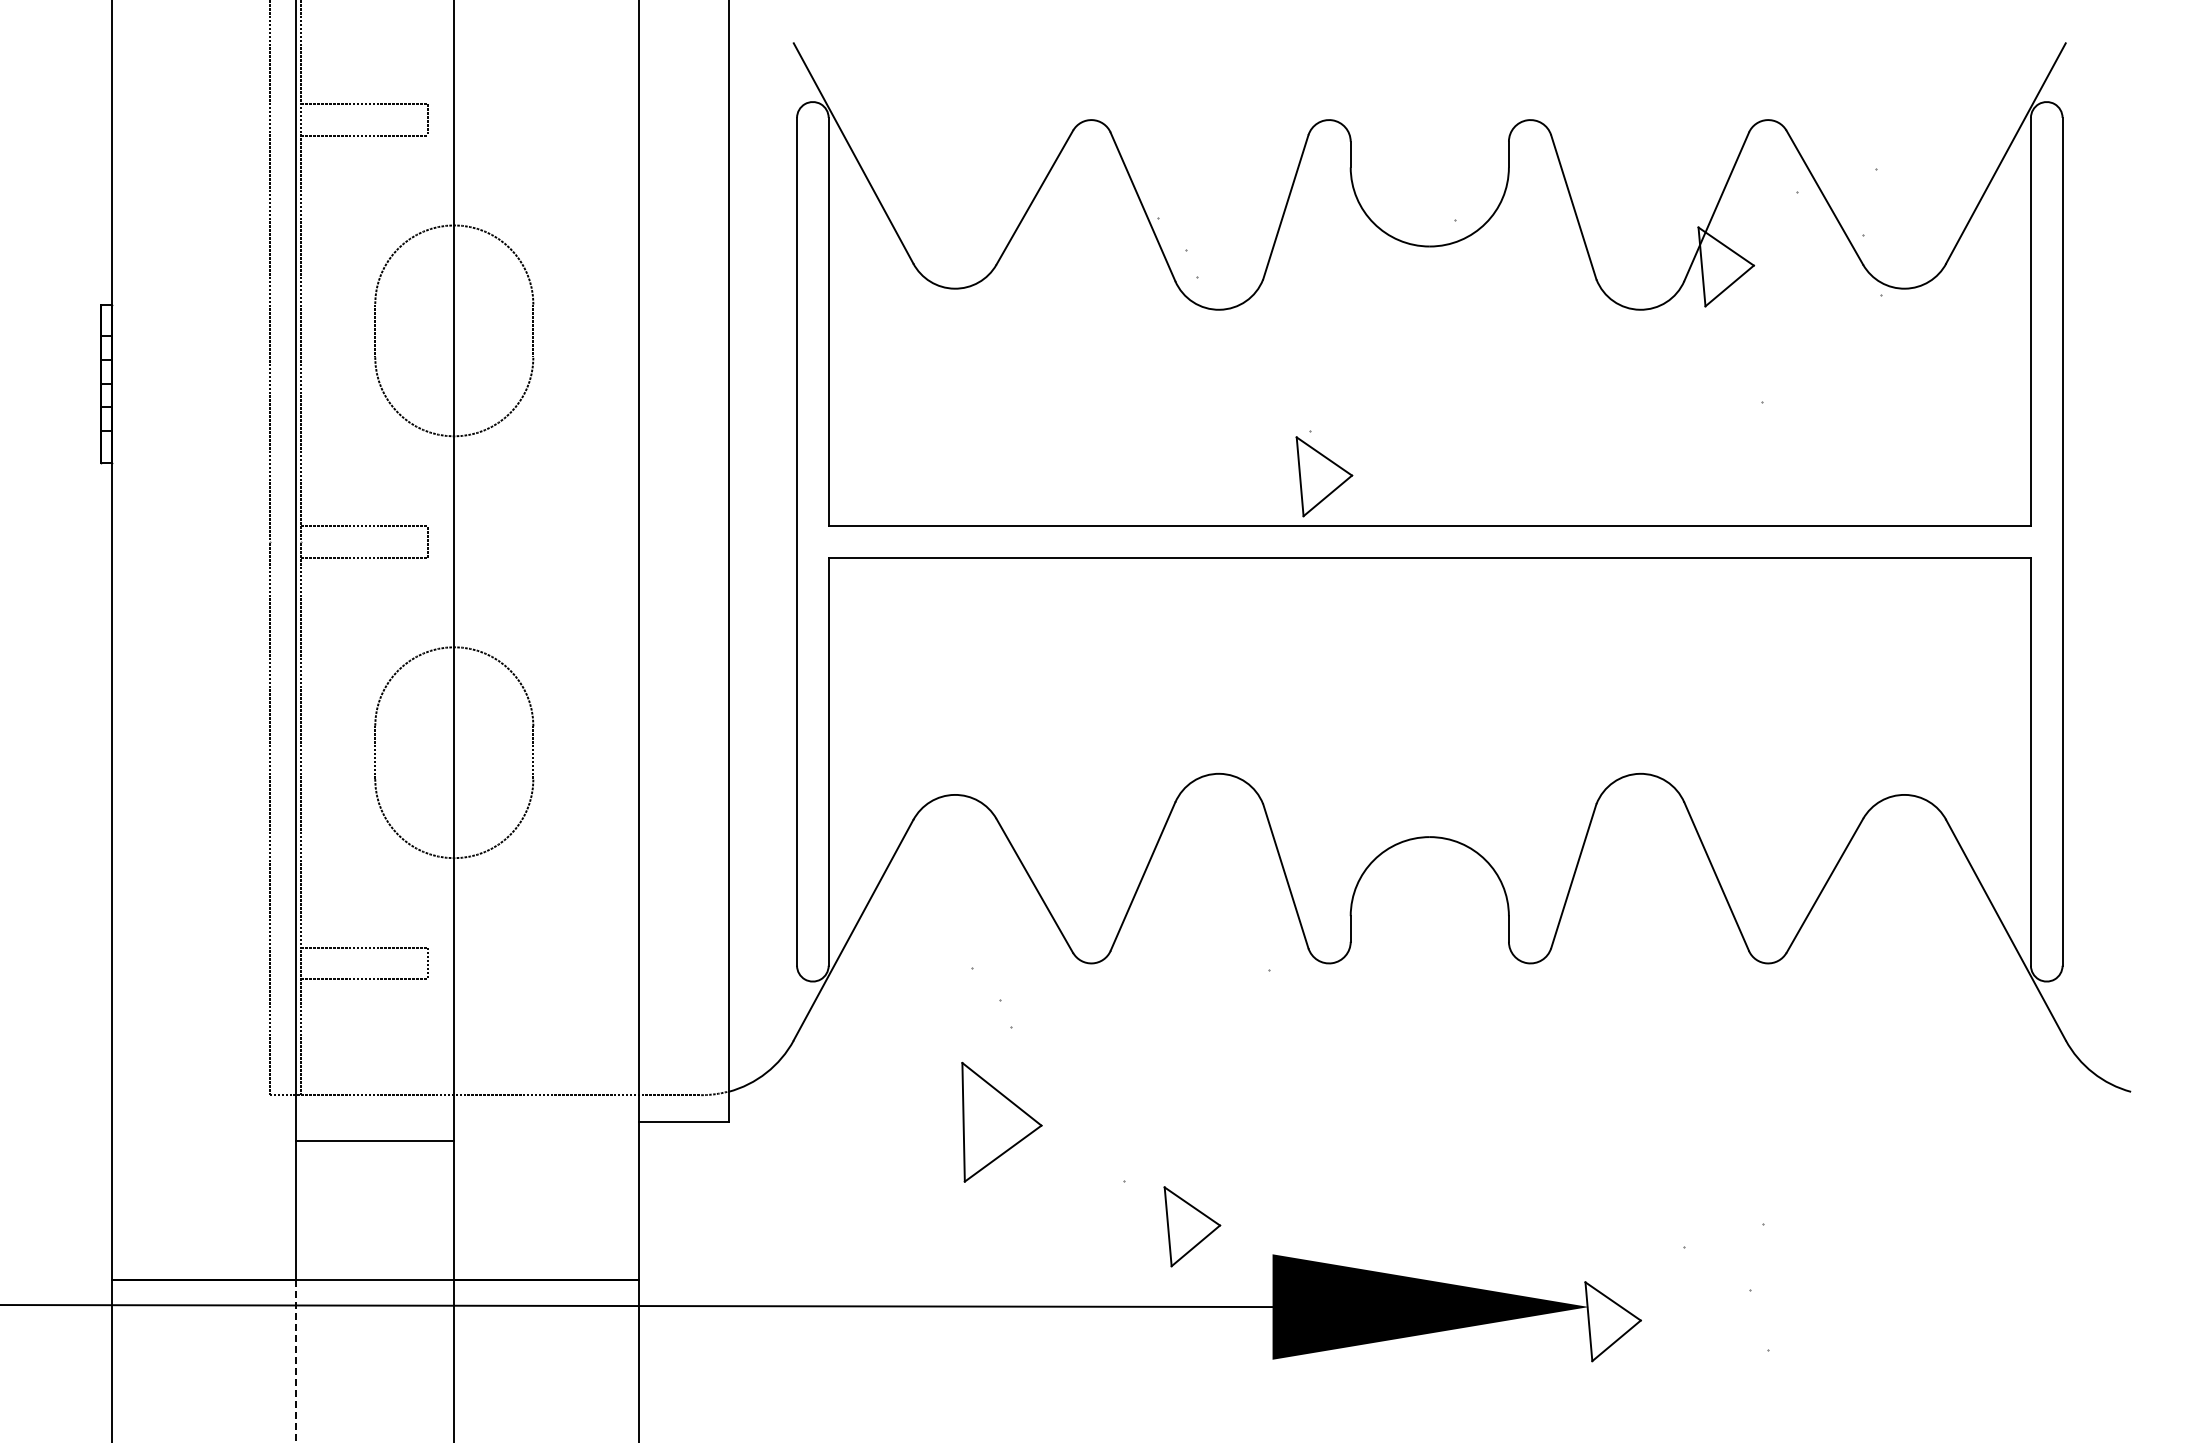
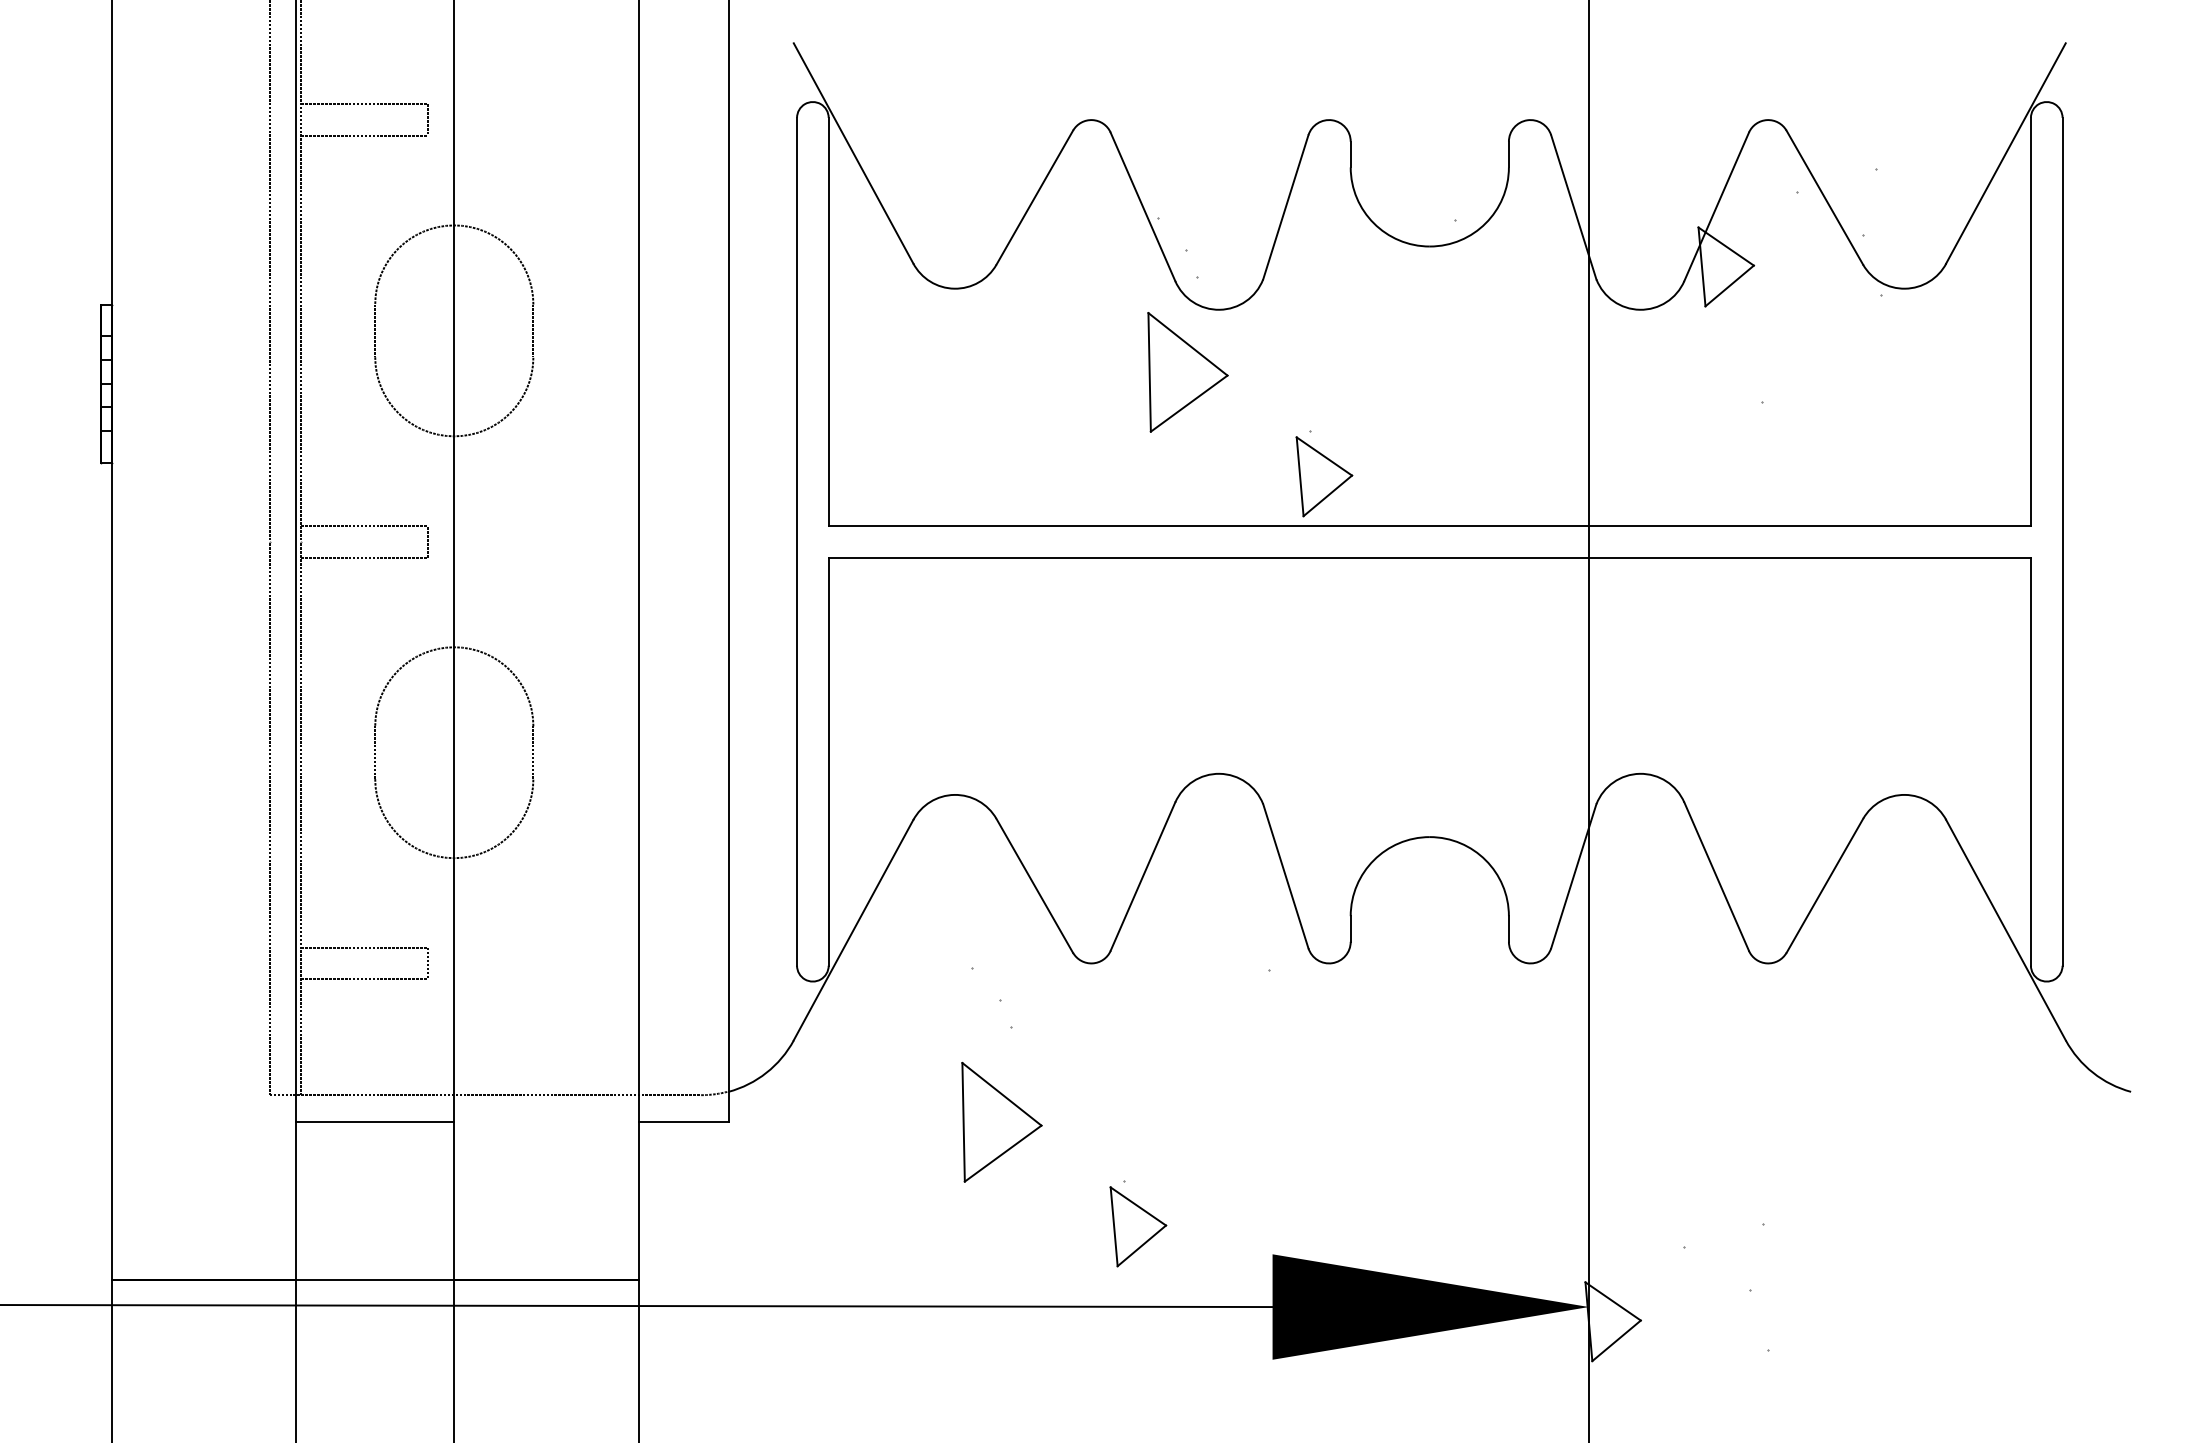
part at (1187, 372): none -> present
line at (1588, 720): none -> present
line at (375, 1140) position: (375, 1140) -> (375, 1121)
part at (1192, 1226) position: (1192, 1226) -> (1138, 1226)
line at (296, 1361): dashed -> solid
